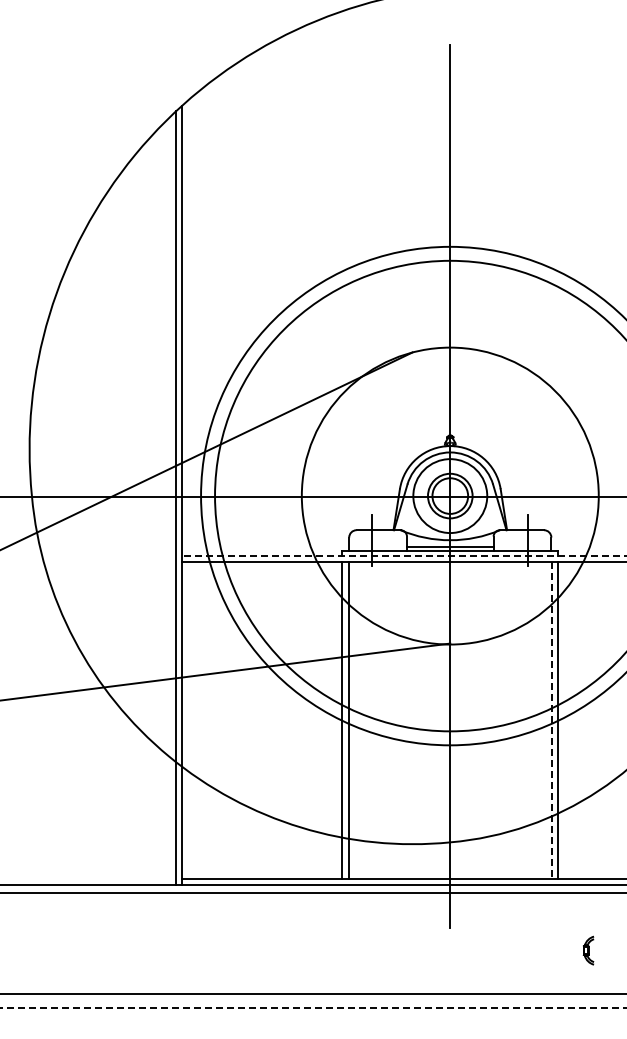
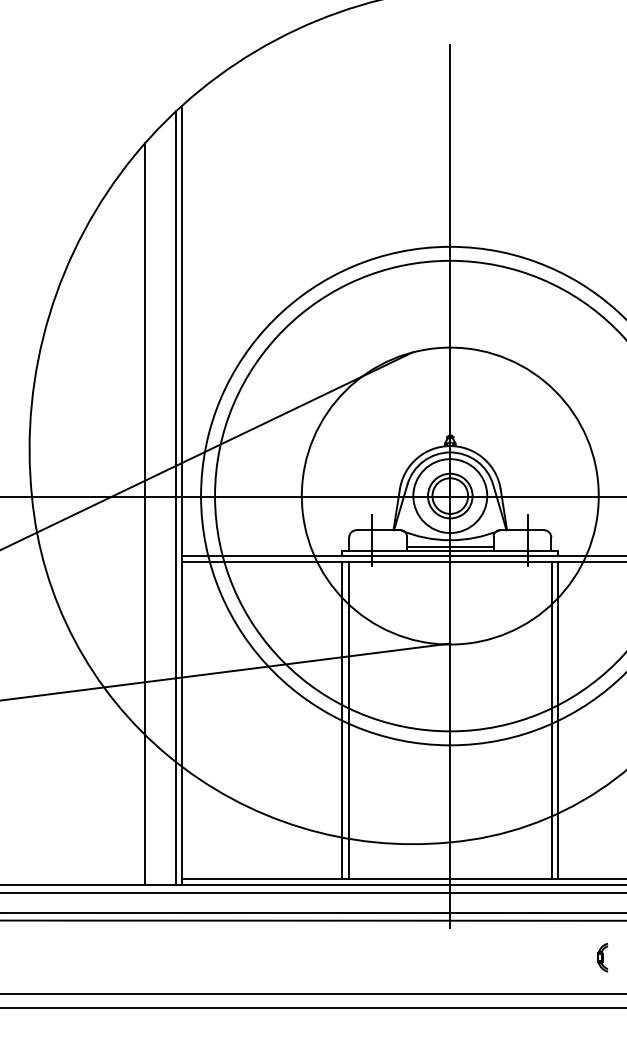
line at (145, 514): none -> present
line at (403, 555): dashed -> solid
line at (551, 721): dashed -> solid
line at (312, 913): none -> present
line at (312, 920): none -> present
part at (588, 950) position: (588, 950) -> (602, 957)
line at (313, 1007): dashed -> solid
